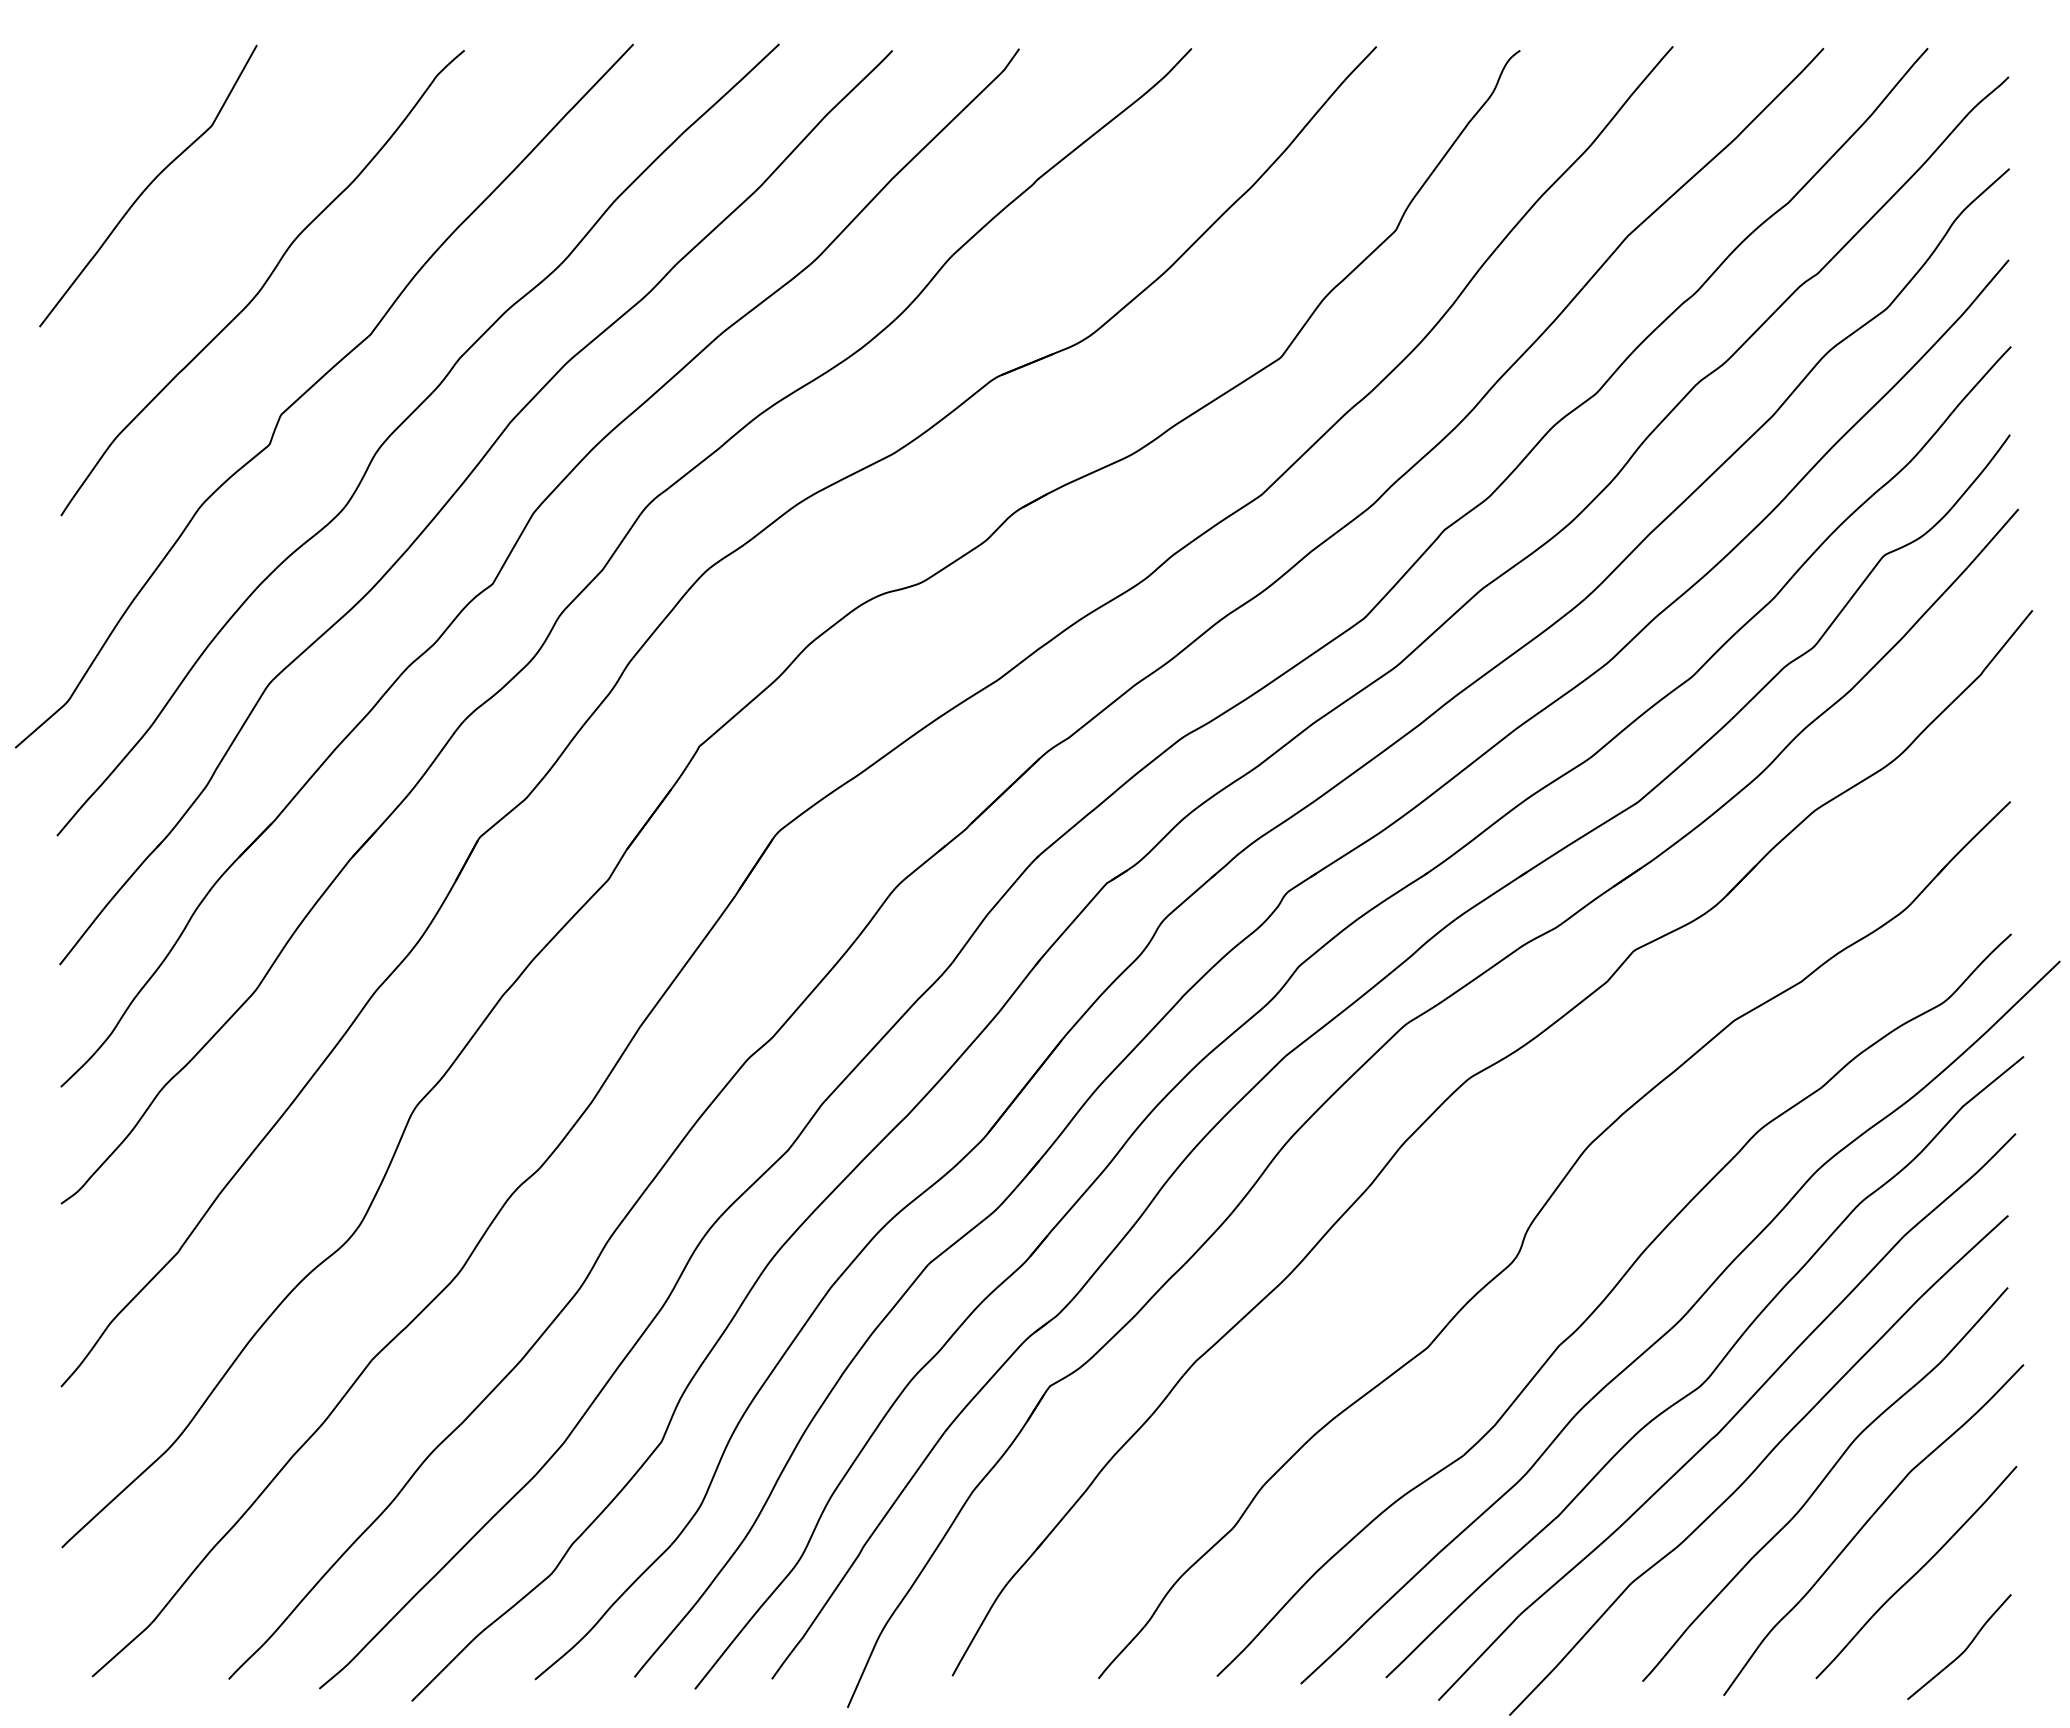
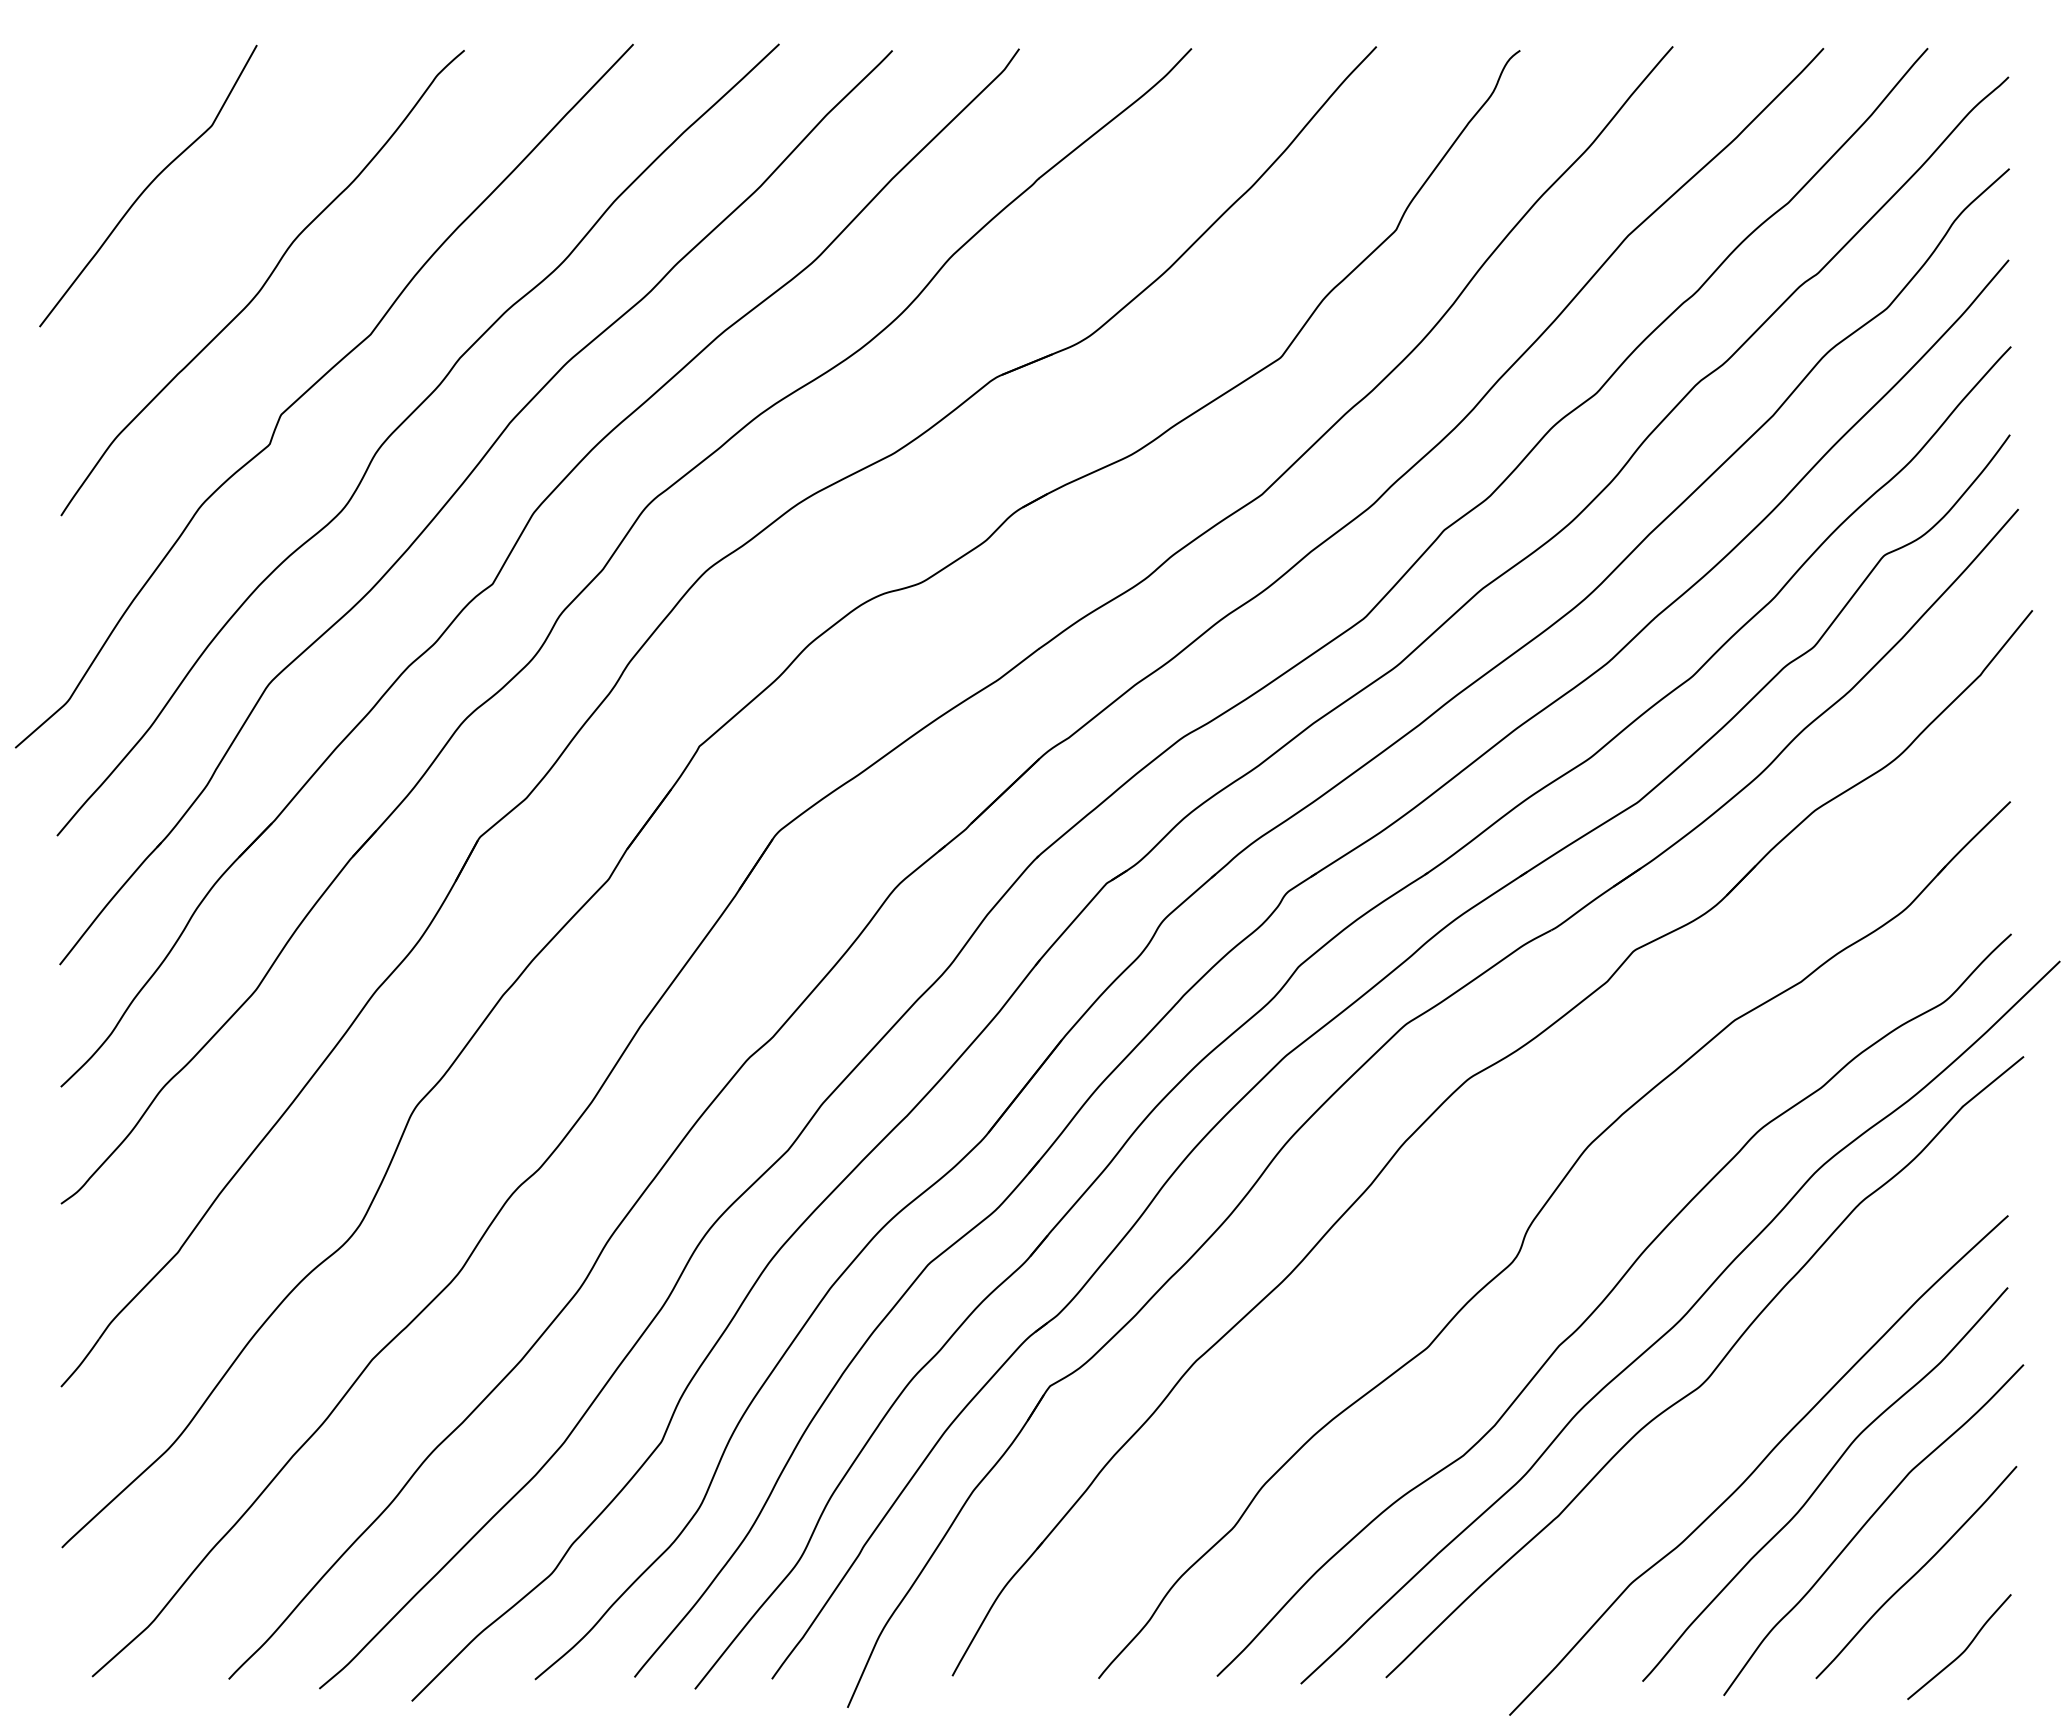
curve at (1730, 1418): present -> none
